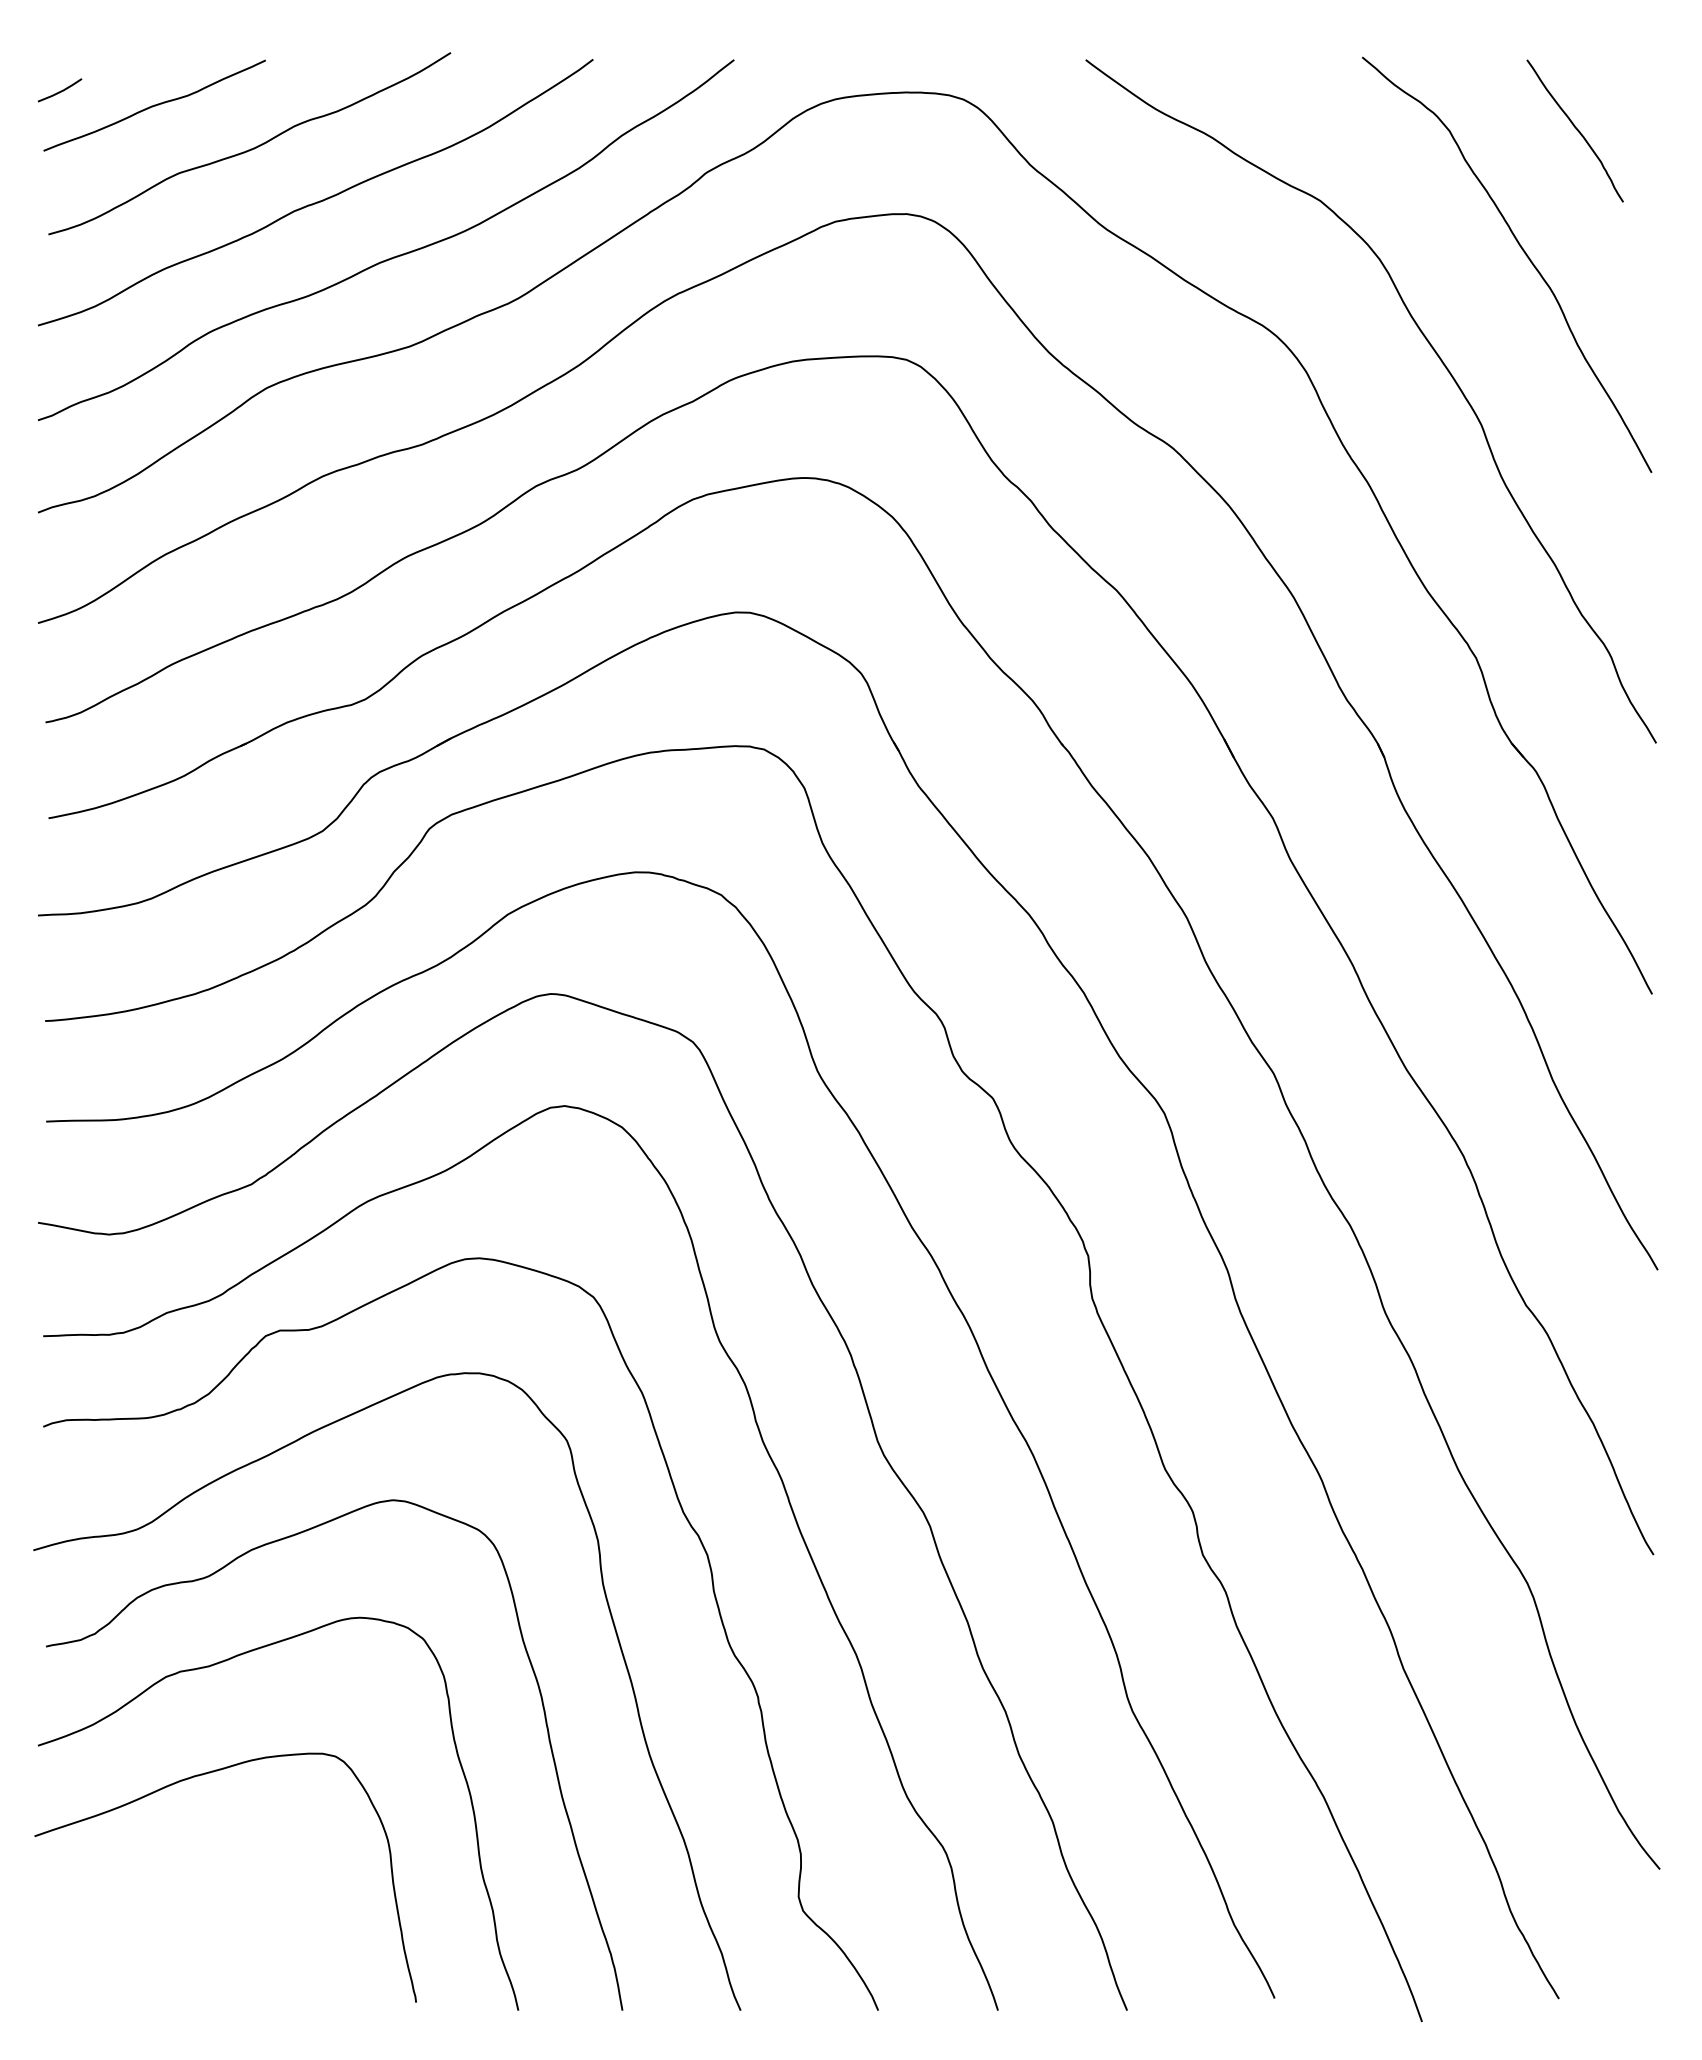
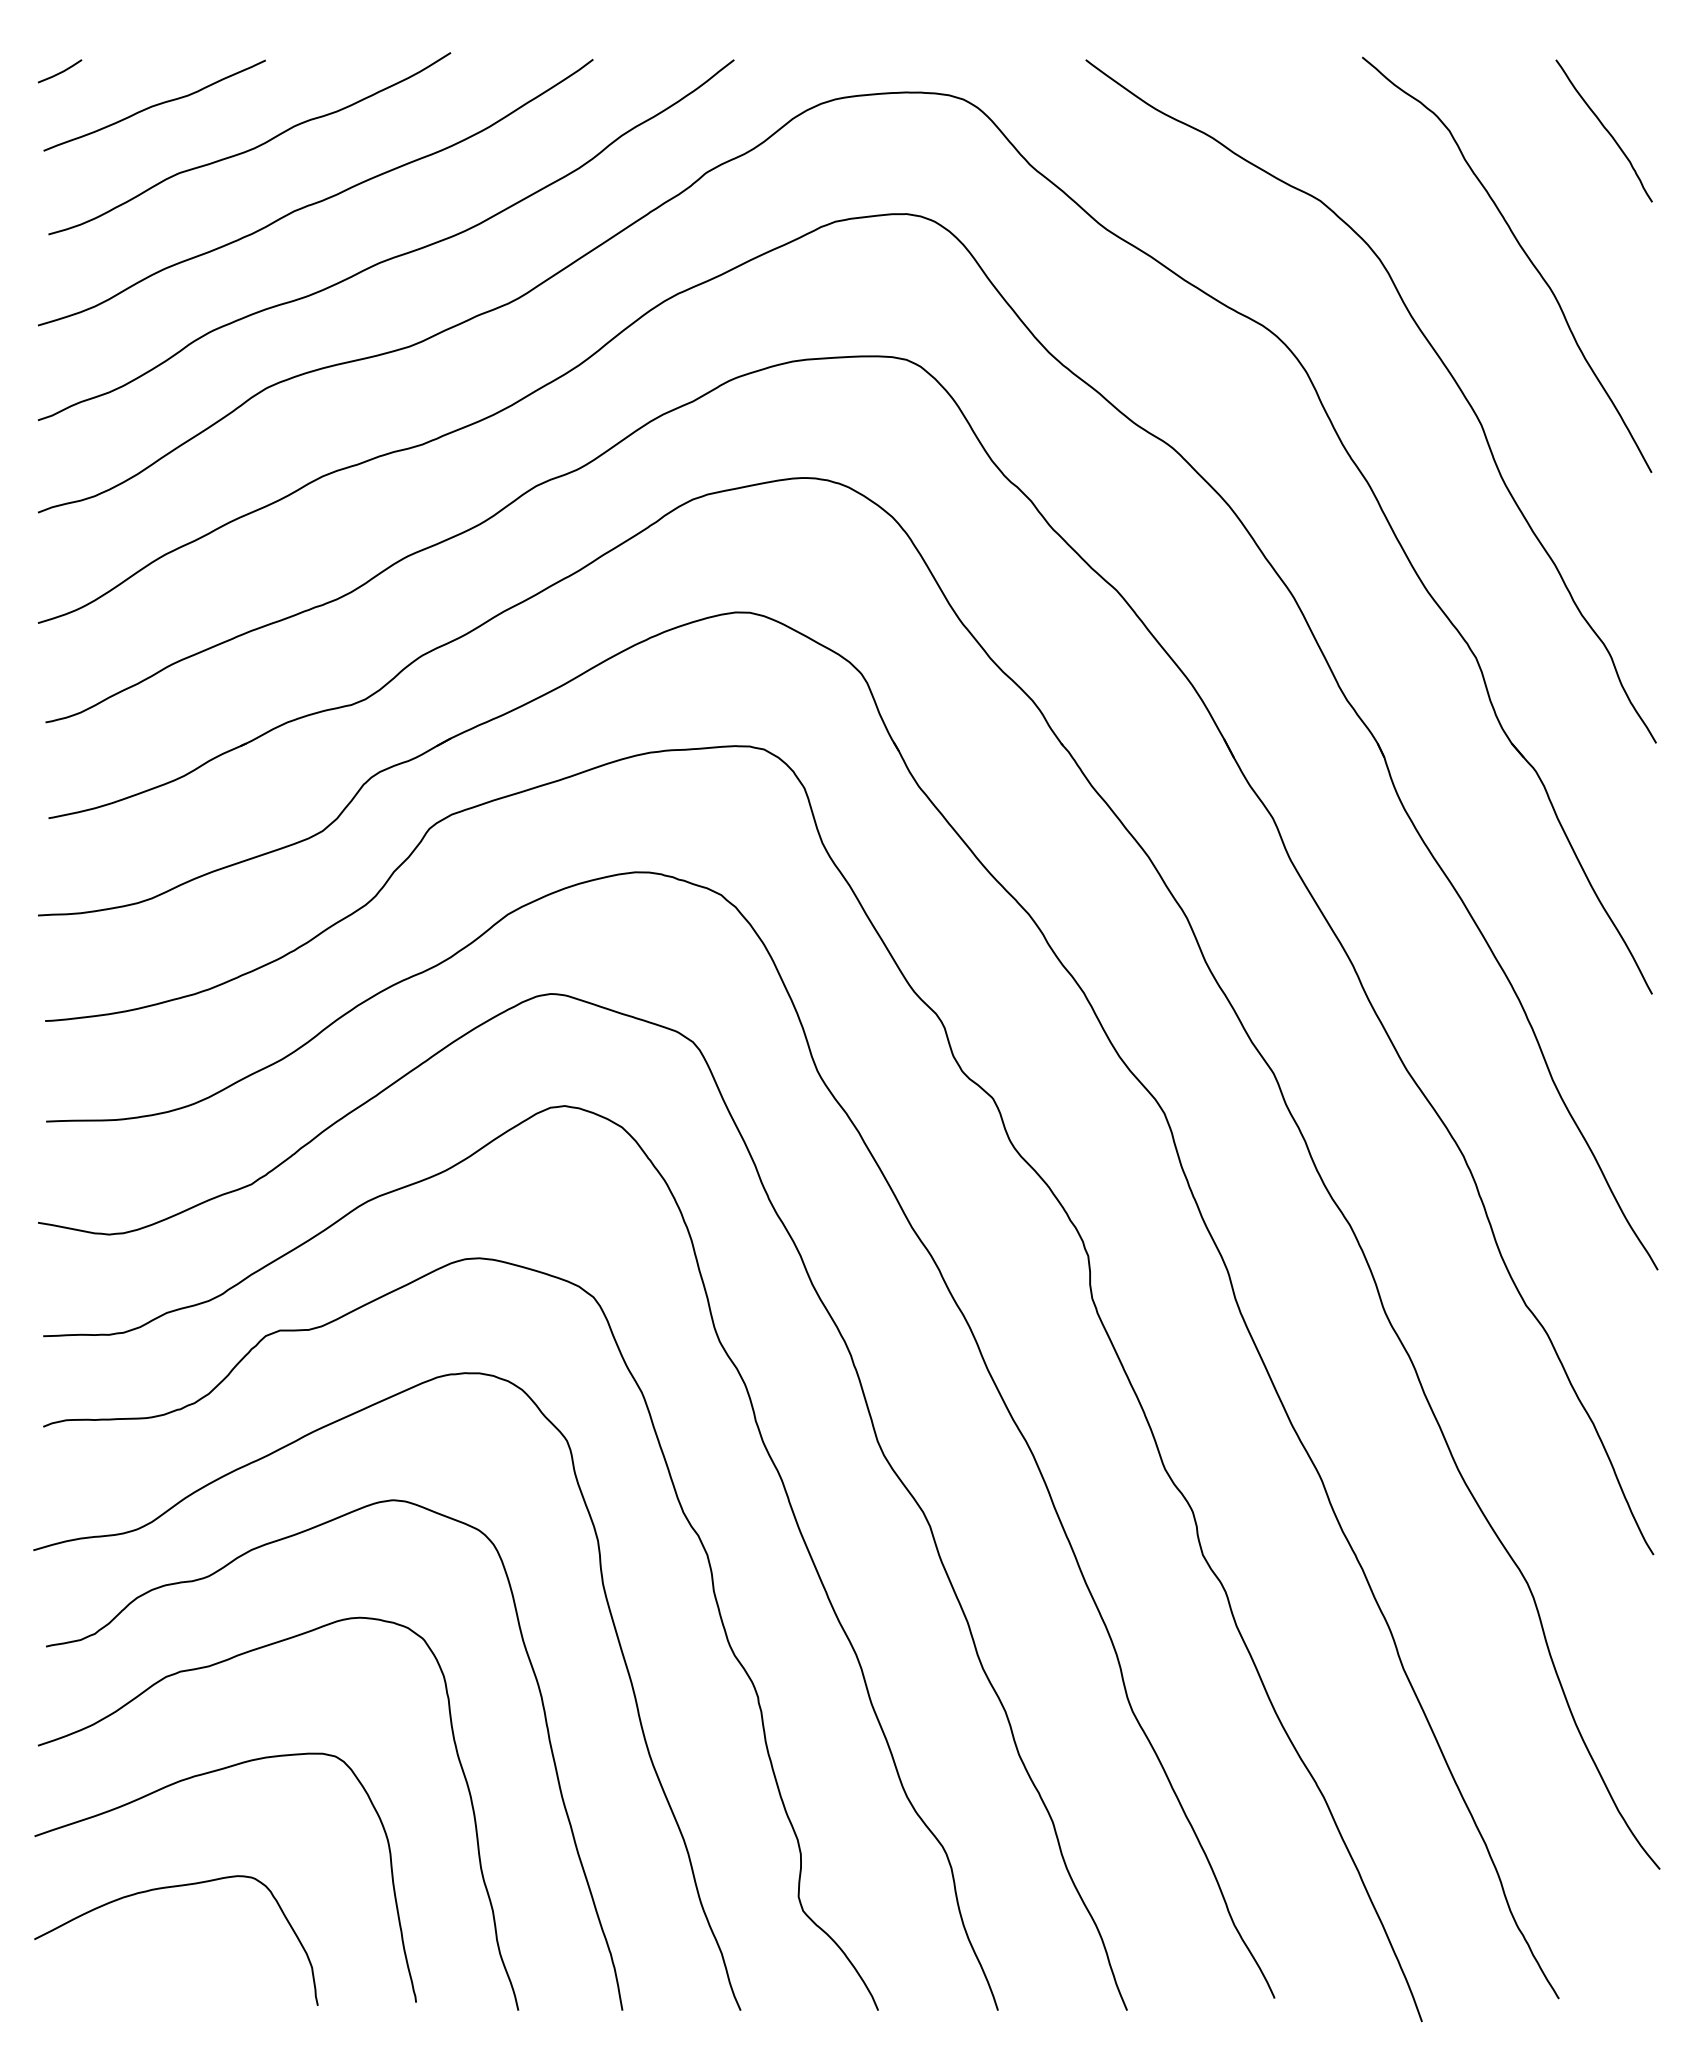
line at (60, 90) position: (60, 90) -> (60, 71)
curve at (1576, 130) position: (1576, 130) -> (1605, 130)
curve at (168, 1888): none -> present
